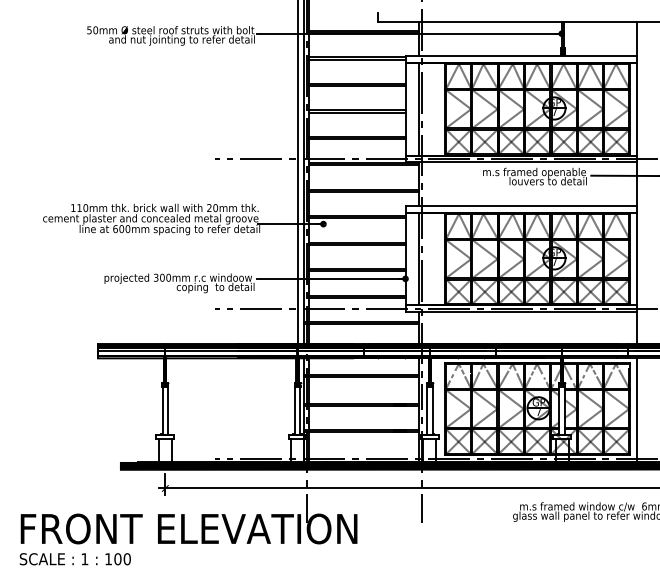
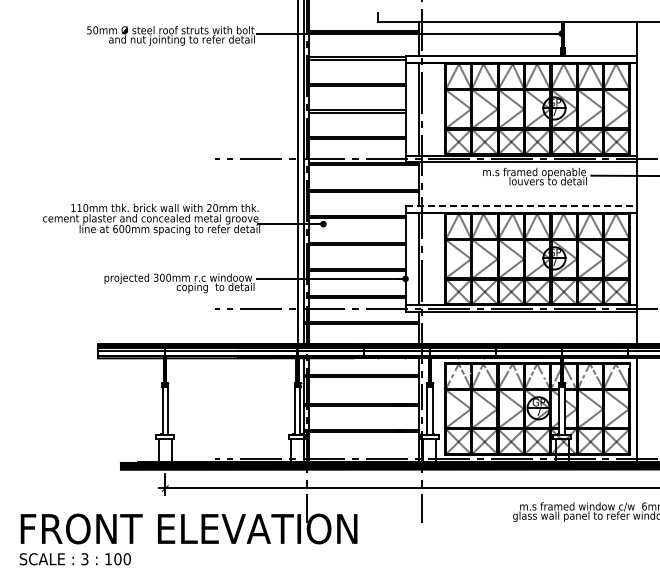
line at (521, 206): solid -> dashed
text at (84, 559): 1 -> 3
